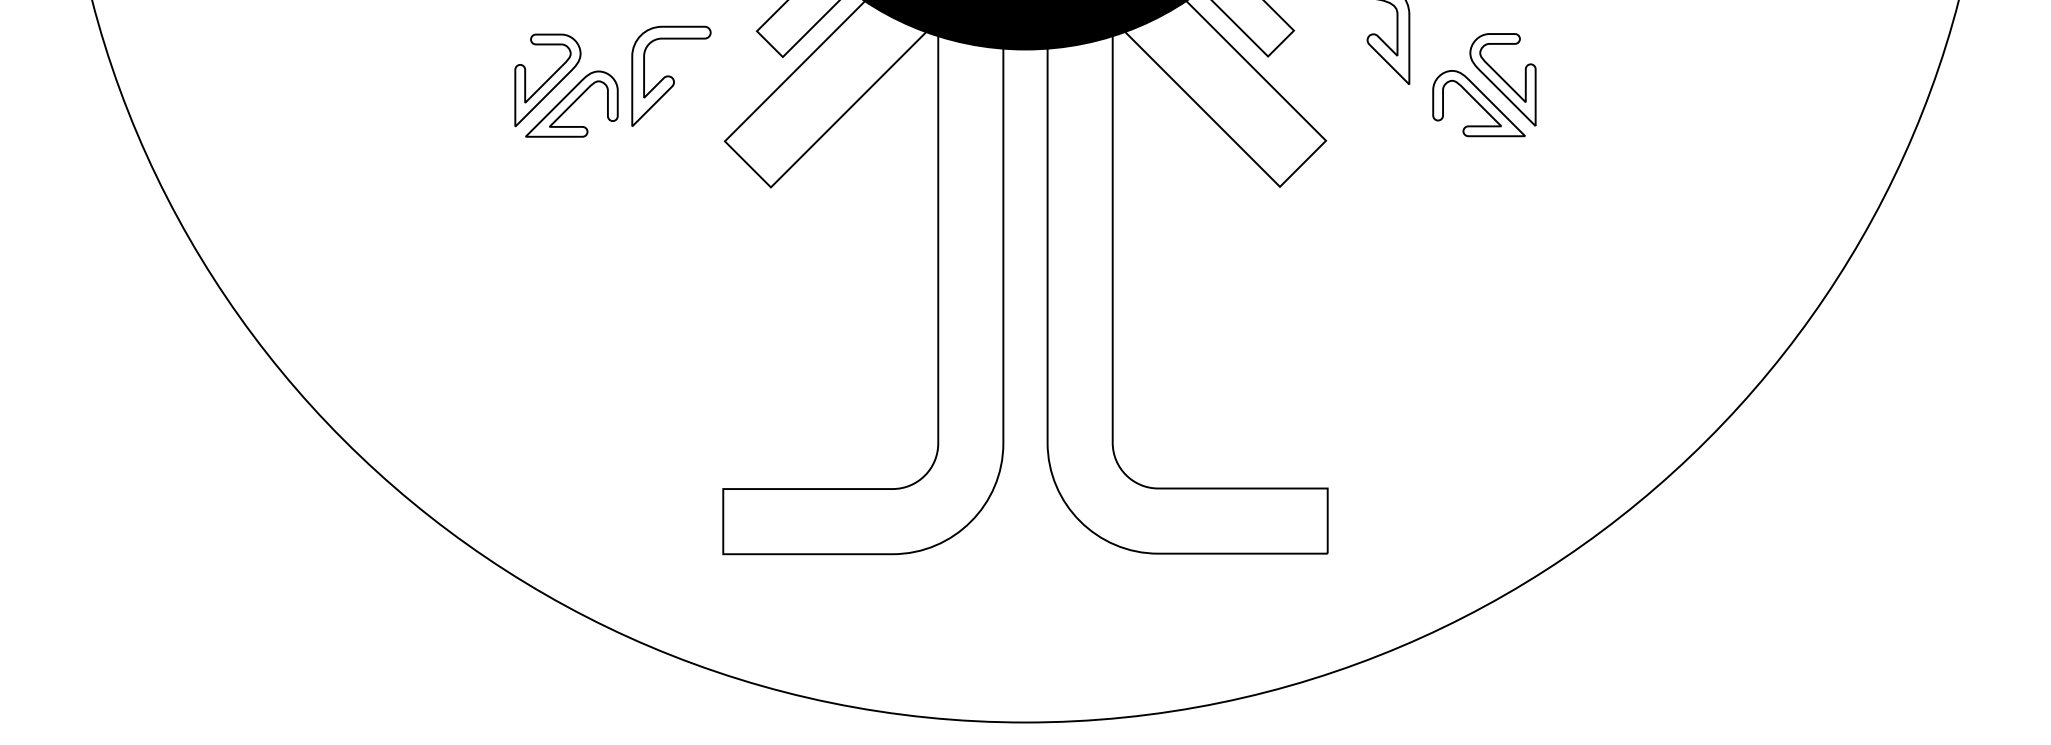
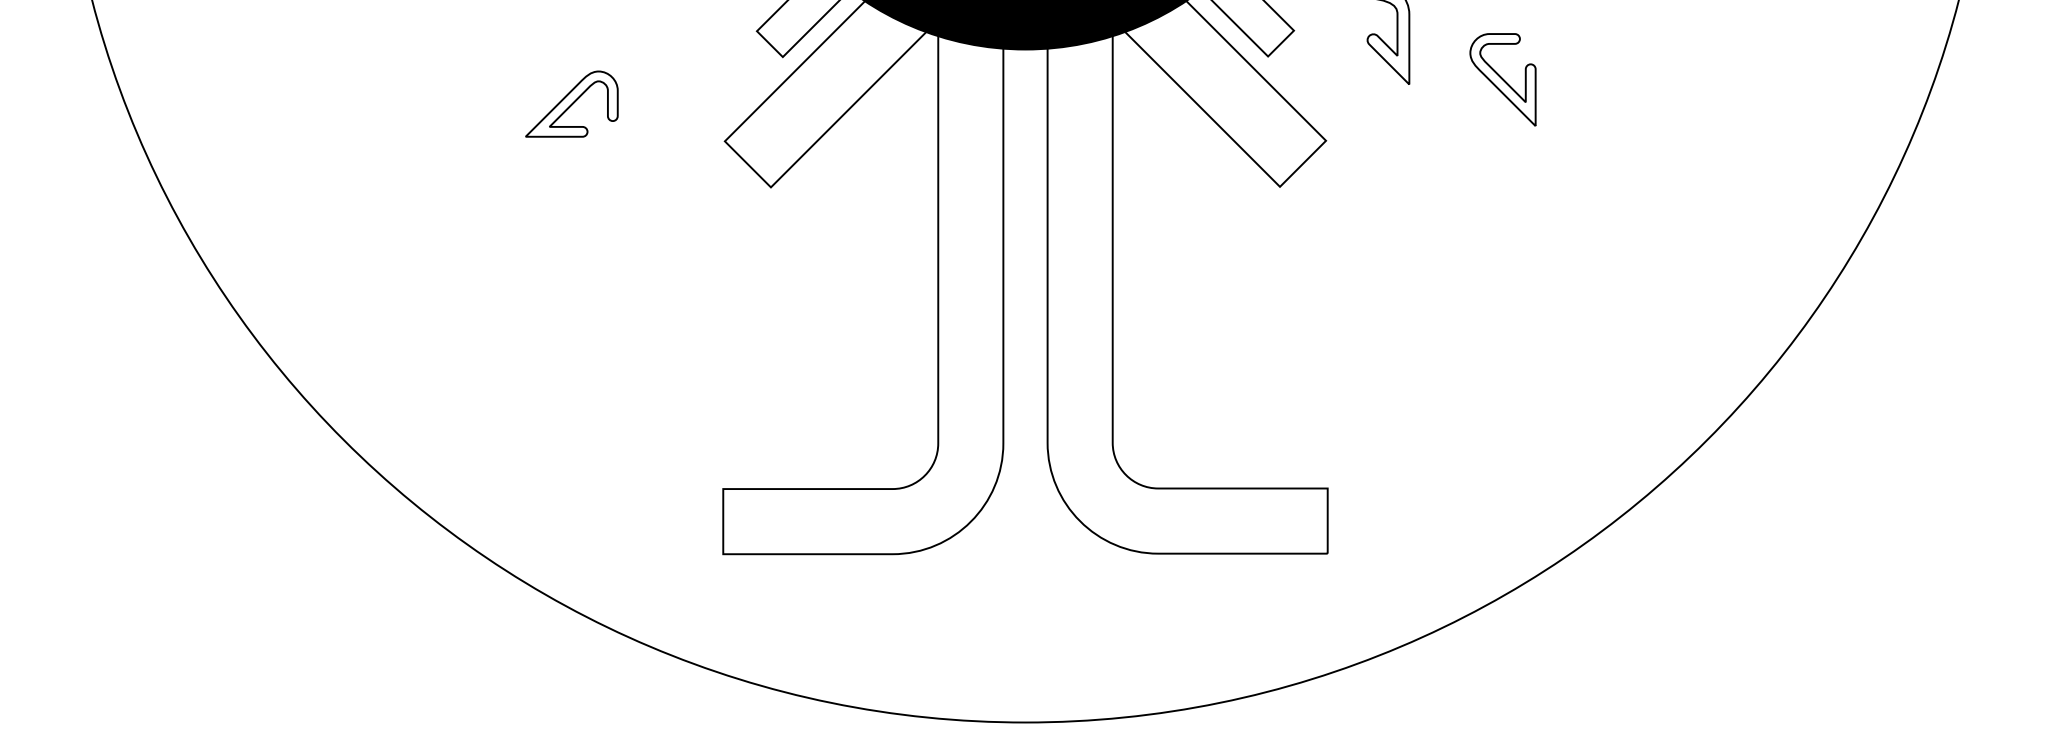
part at (671, 75): present -> none
part at (547, 80): present -> none
part at (1478, 103): present -> none
